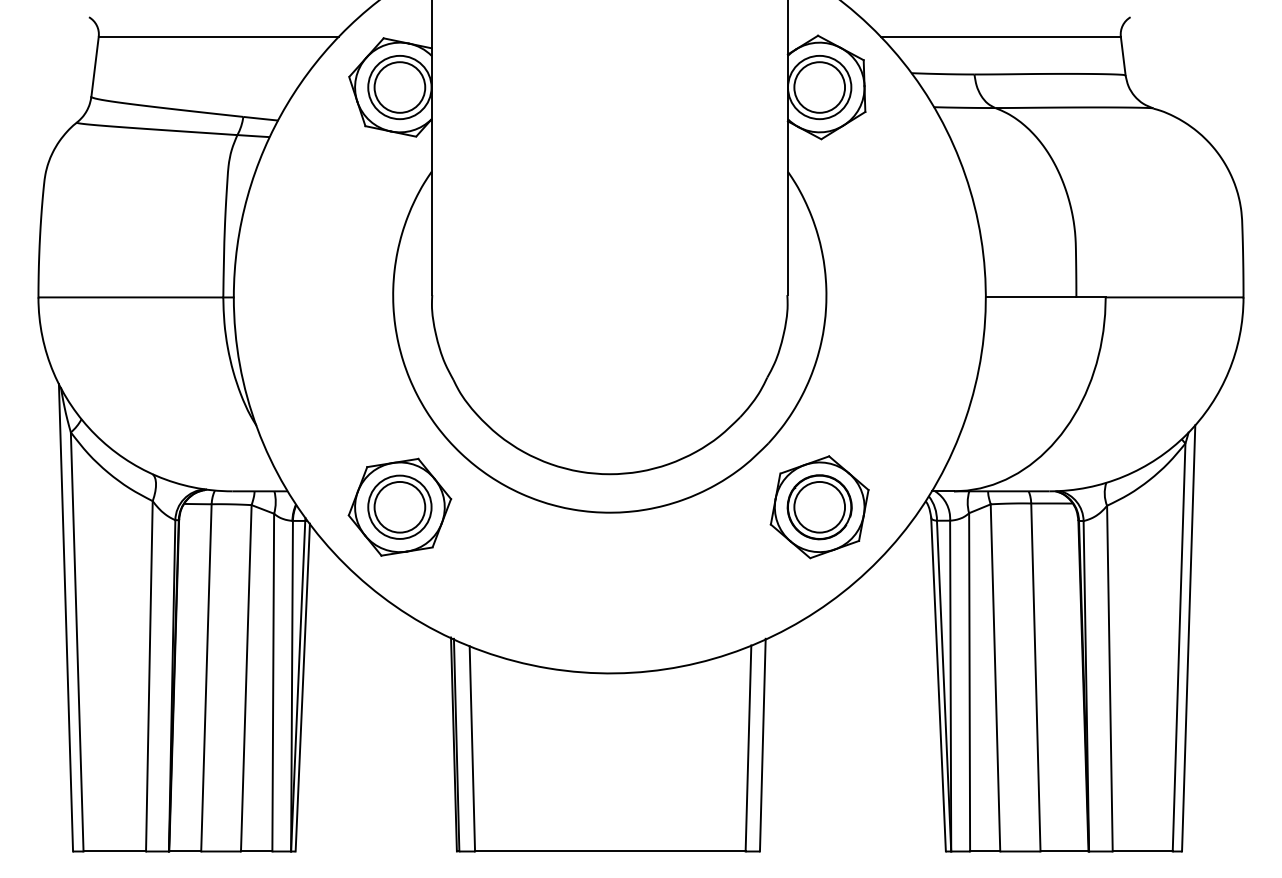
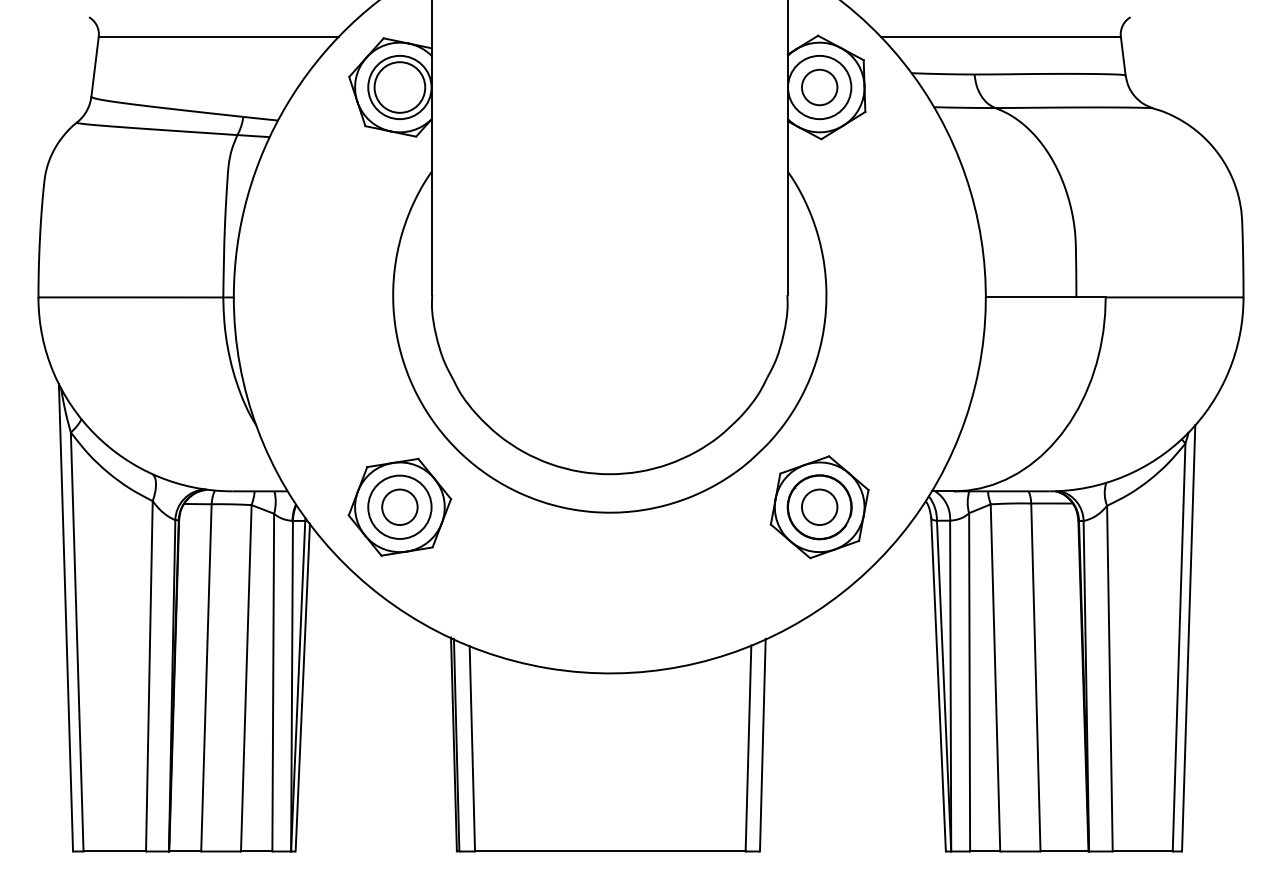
circle at (819, 87) diameter: 51 px -> 35 px
circle at (399, 506) diameter: 51 px -> 35 px
circle at (819, 506) diameter: 51 px -> 35 px
